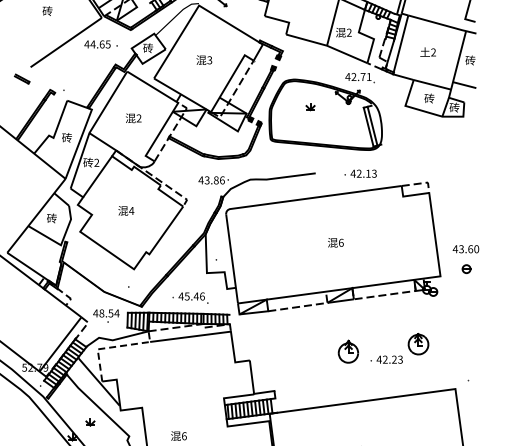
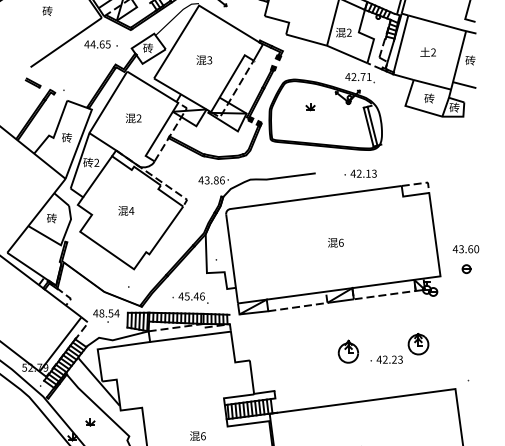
part at (21, 78) position: (21, 78) -> (32, 82)
line at (113, 347): dashed -> solid
text at (178, 435) position: (178, 435) -> (197, 435)
